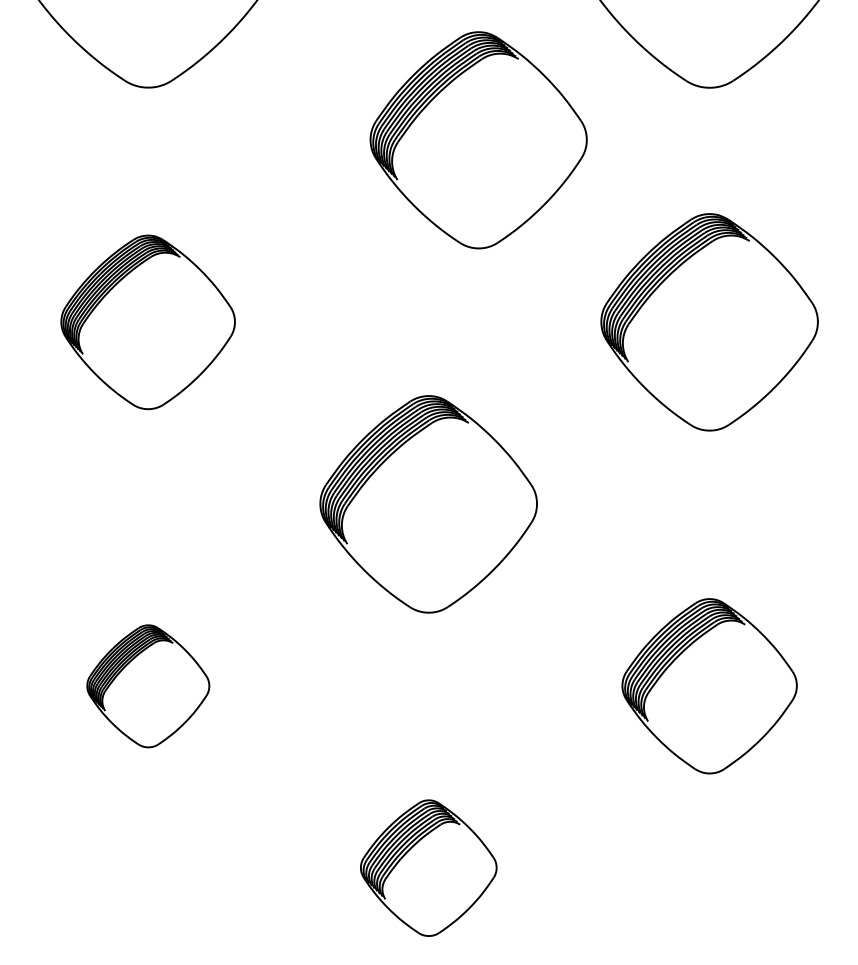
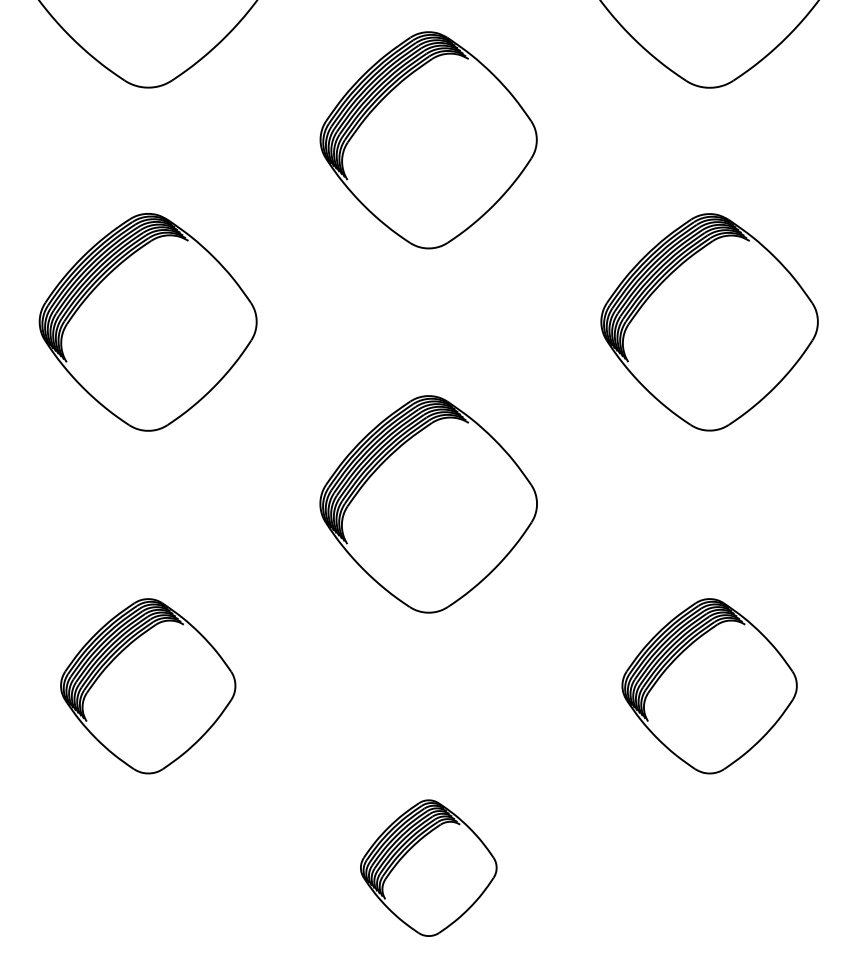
part at (478, 140) position: (478, 140) -> (428, 140)
part at (147, 322) size: 176x177 px -> 220x219 px
part at (148, 686) size: 125x125 px -> 177x177 px
